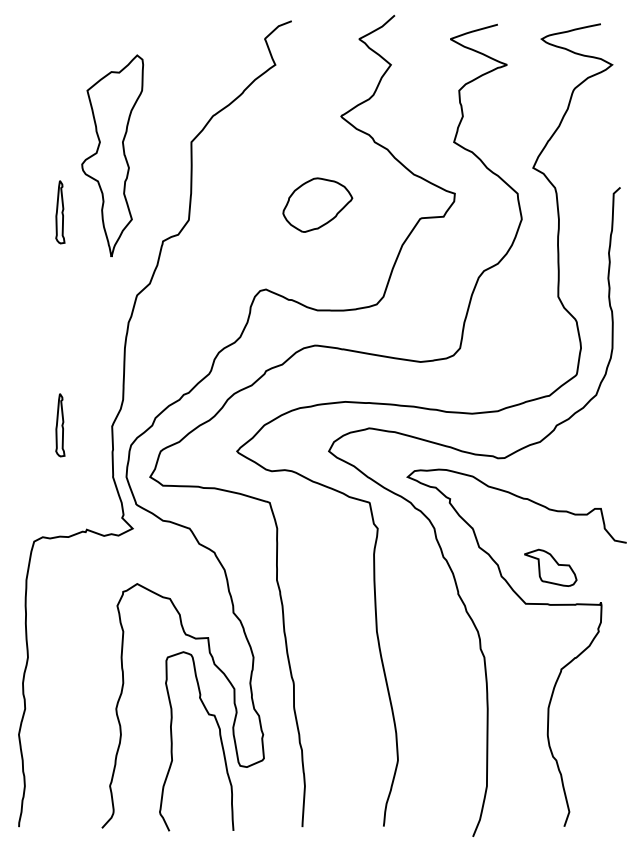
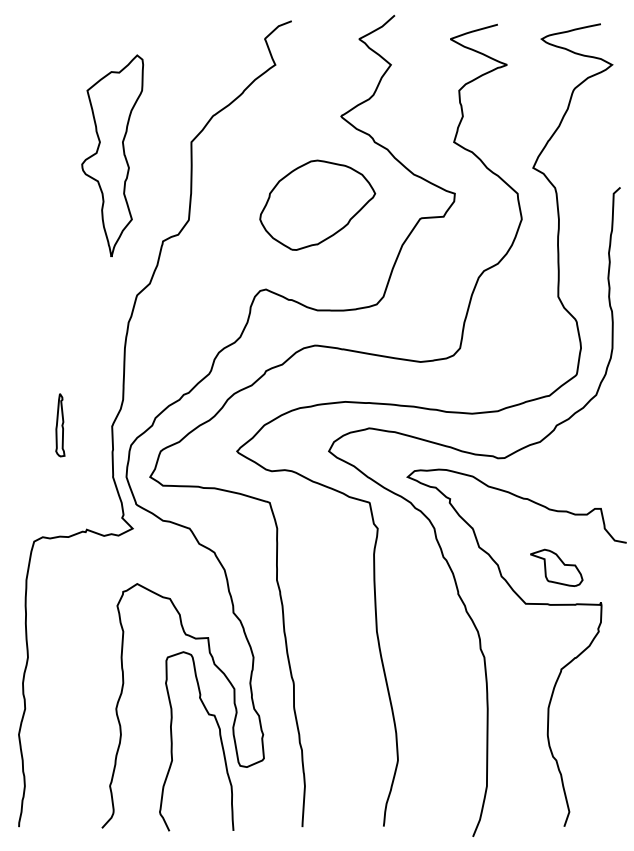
part at (317, 204) size: 72x56 px -> 118x92 px
part at (60, 212): present -> none
part at (550, 567) position: (550, 567) -> (556, 567)
